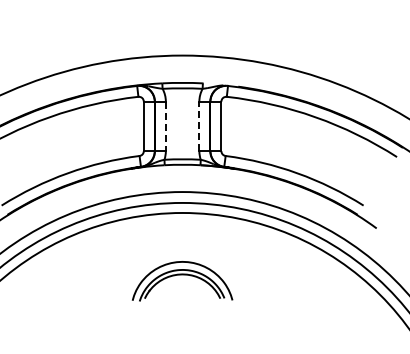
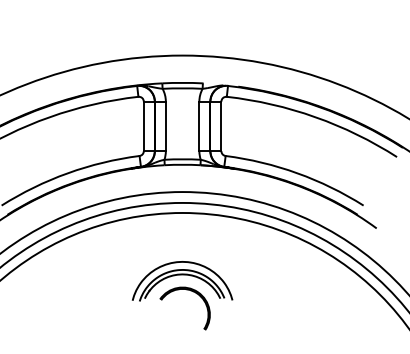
line at (165, 126): dashed -> solid
line at (199, 126): dashed -> solid
part at (190, 291): none -> present
